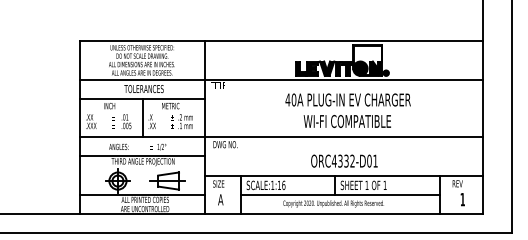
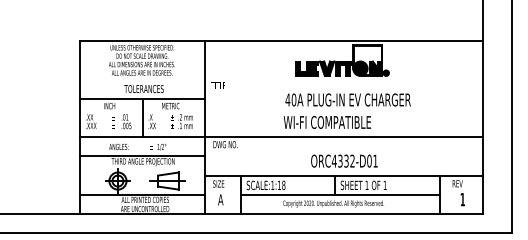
line at (281, 79): present -> none
text at (346, 121) position: (346, 121) -> (326, 122)
text at (283, 184): SCALE:1:16 -> SCALE:1:18
